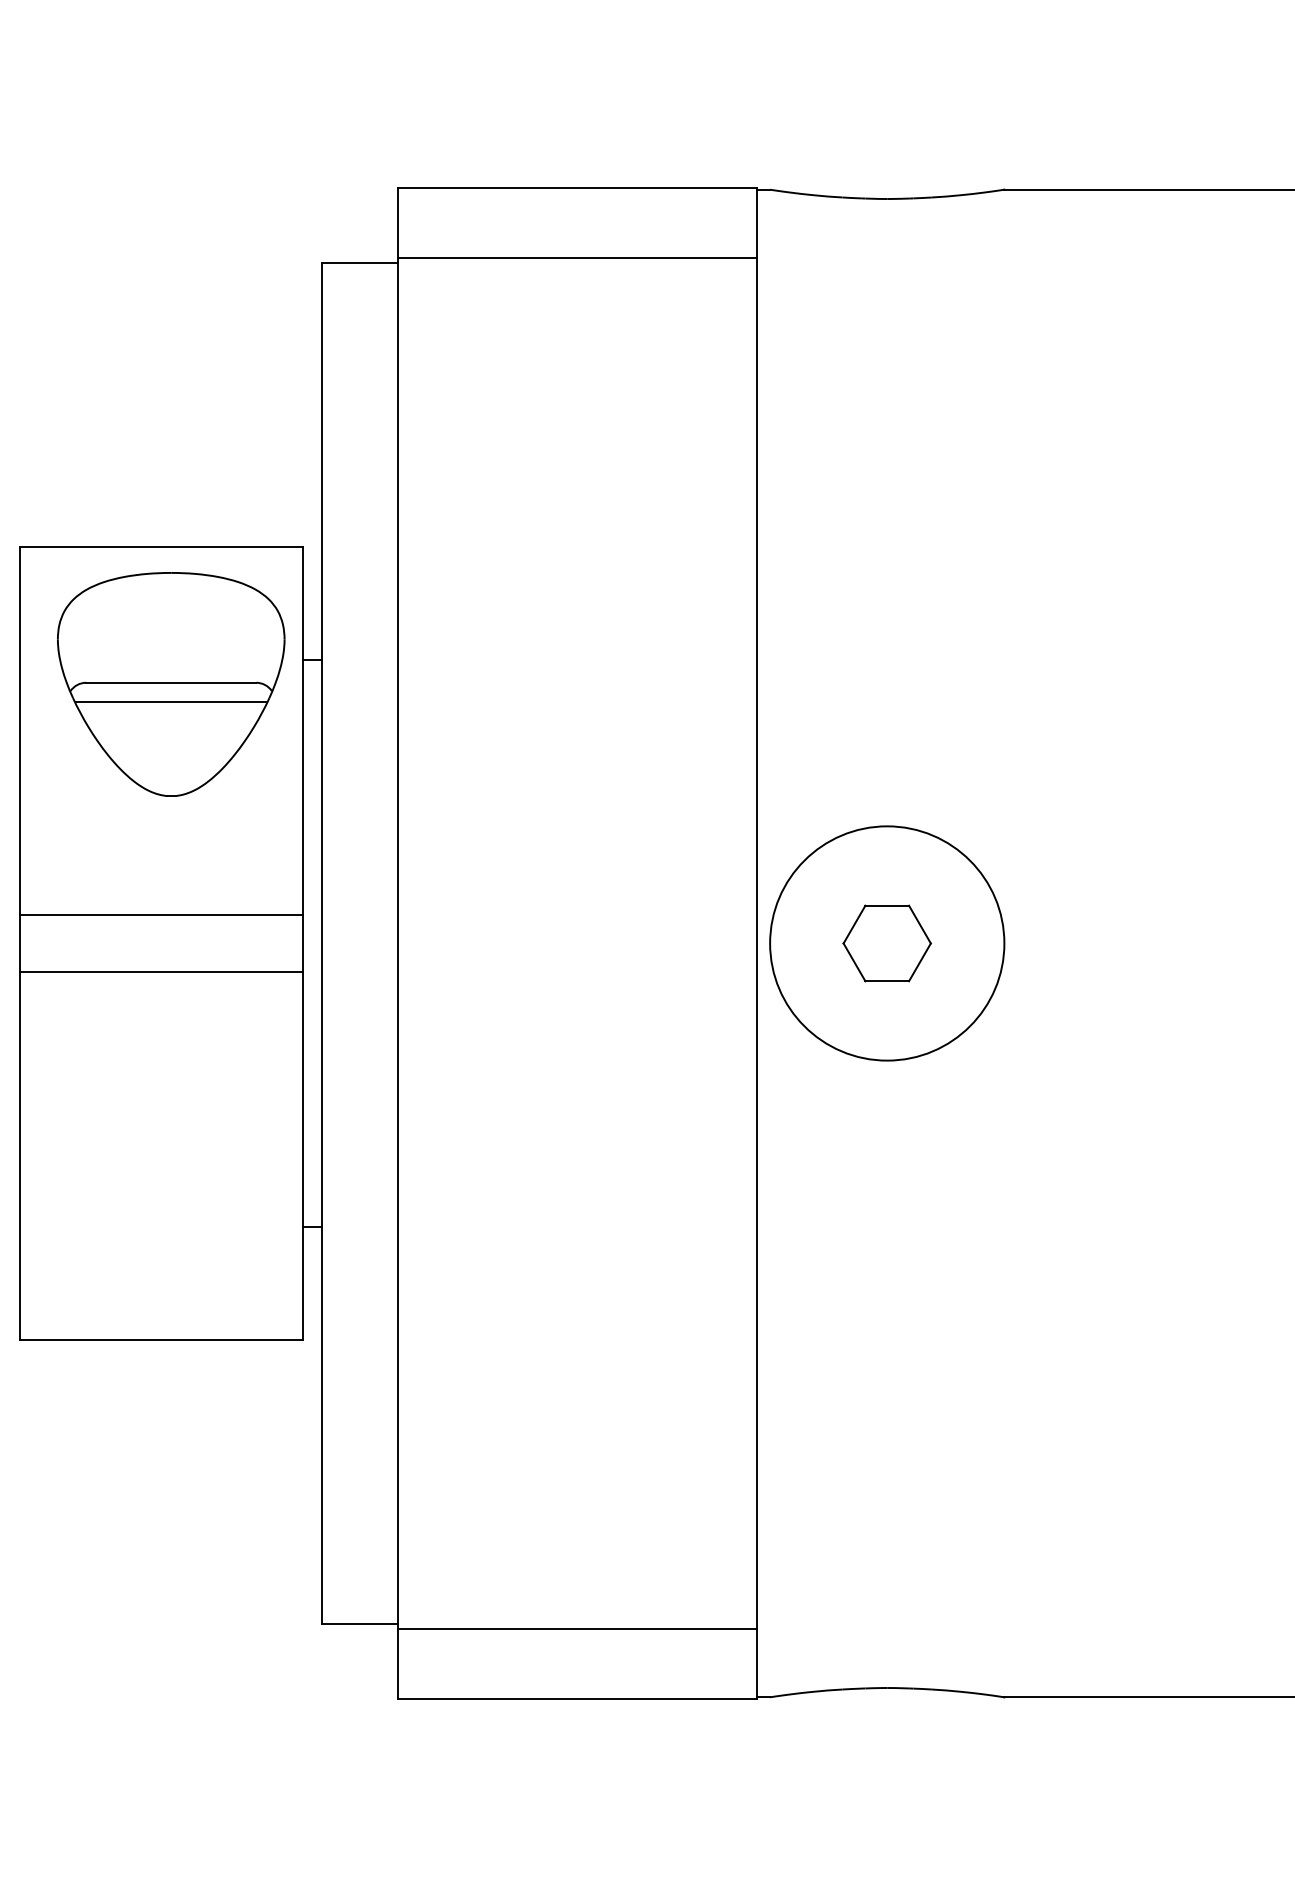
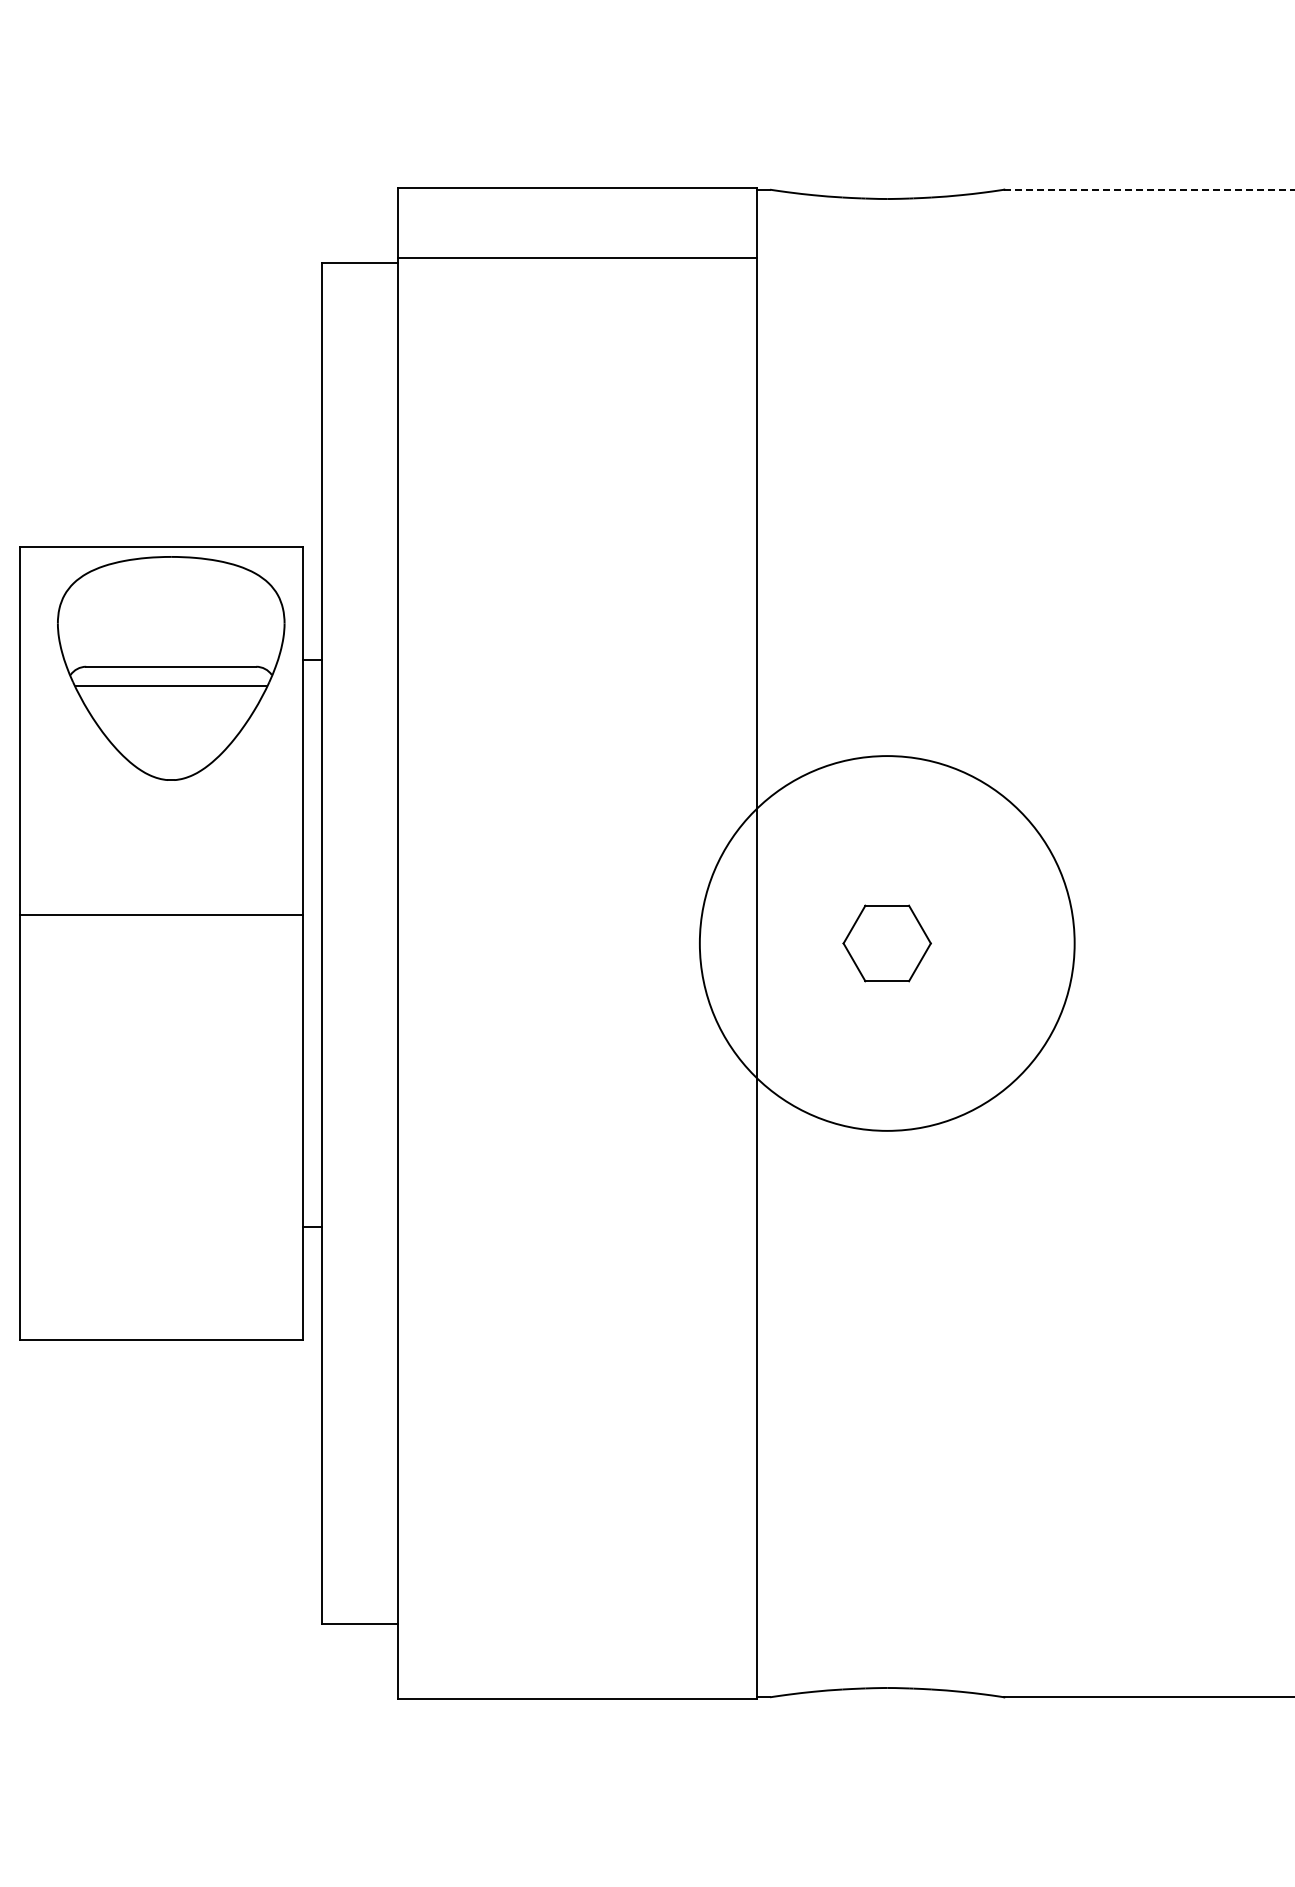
line at (1149, 189): solid -> dashed
part at (171, 684) position: (171, 684) -> (171, 668)
circle at (887, 943) diameter: 234 px -> 375 px
line at (161, 971): present -> none
line at (576, 1628): present -> none
